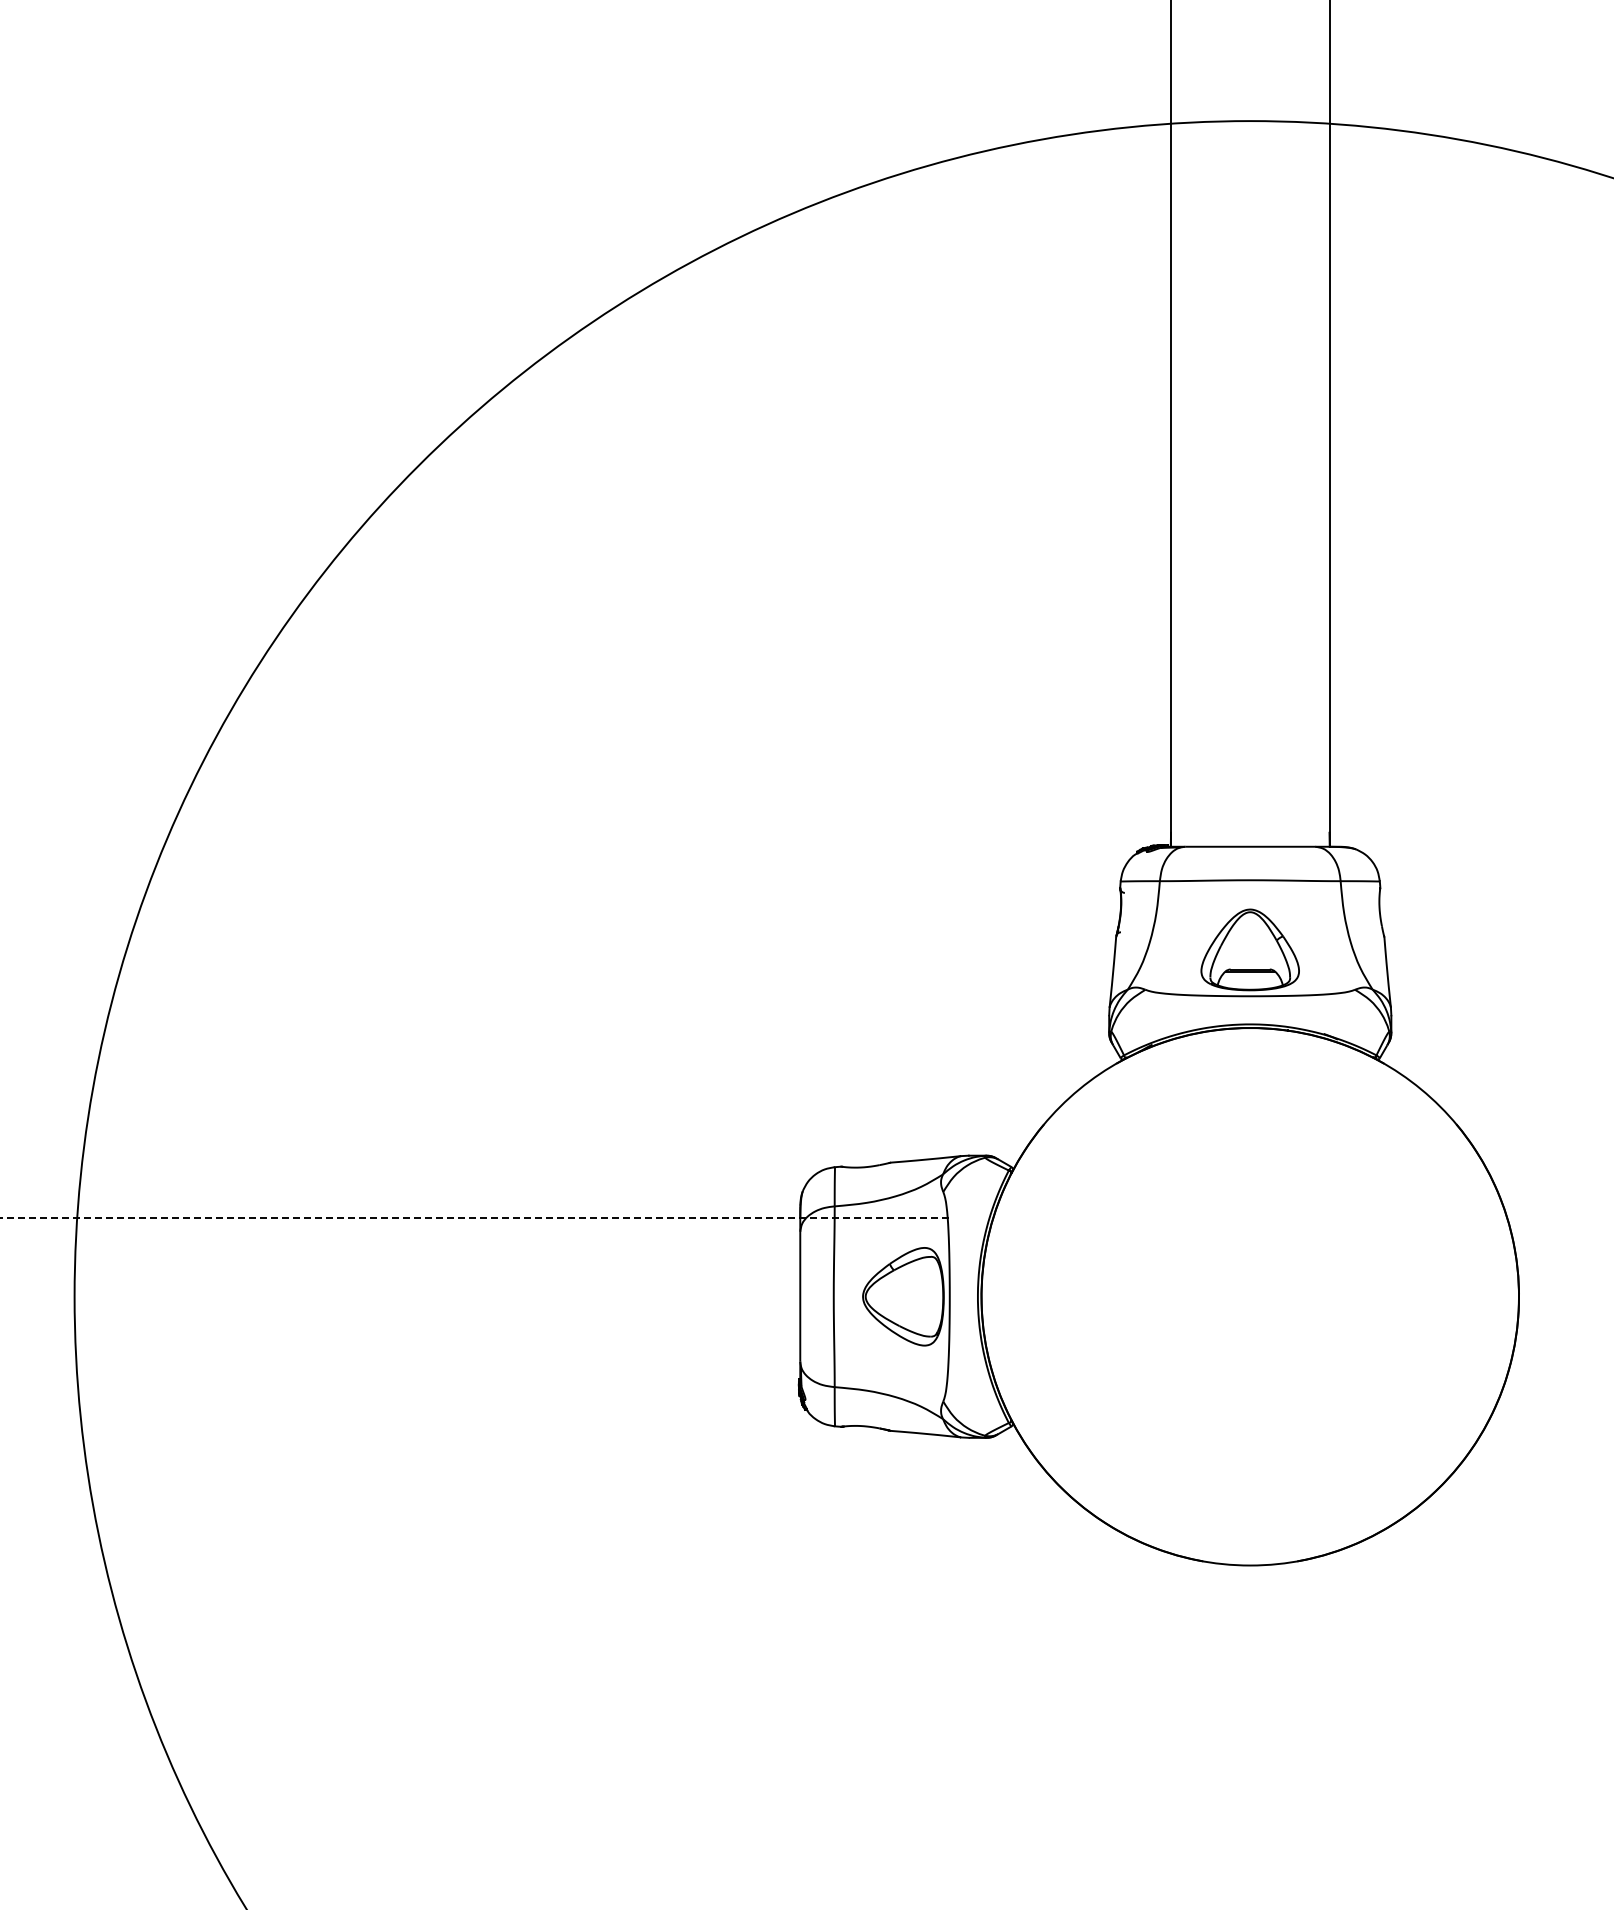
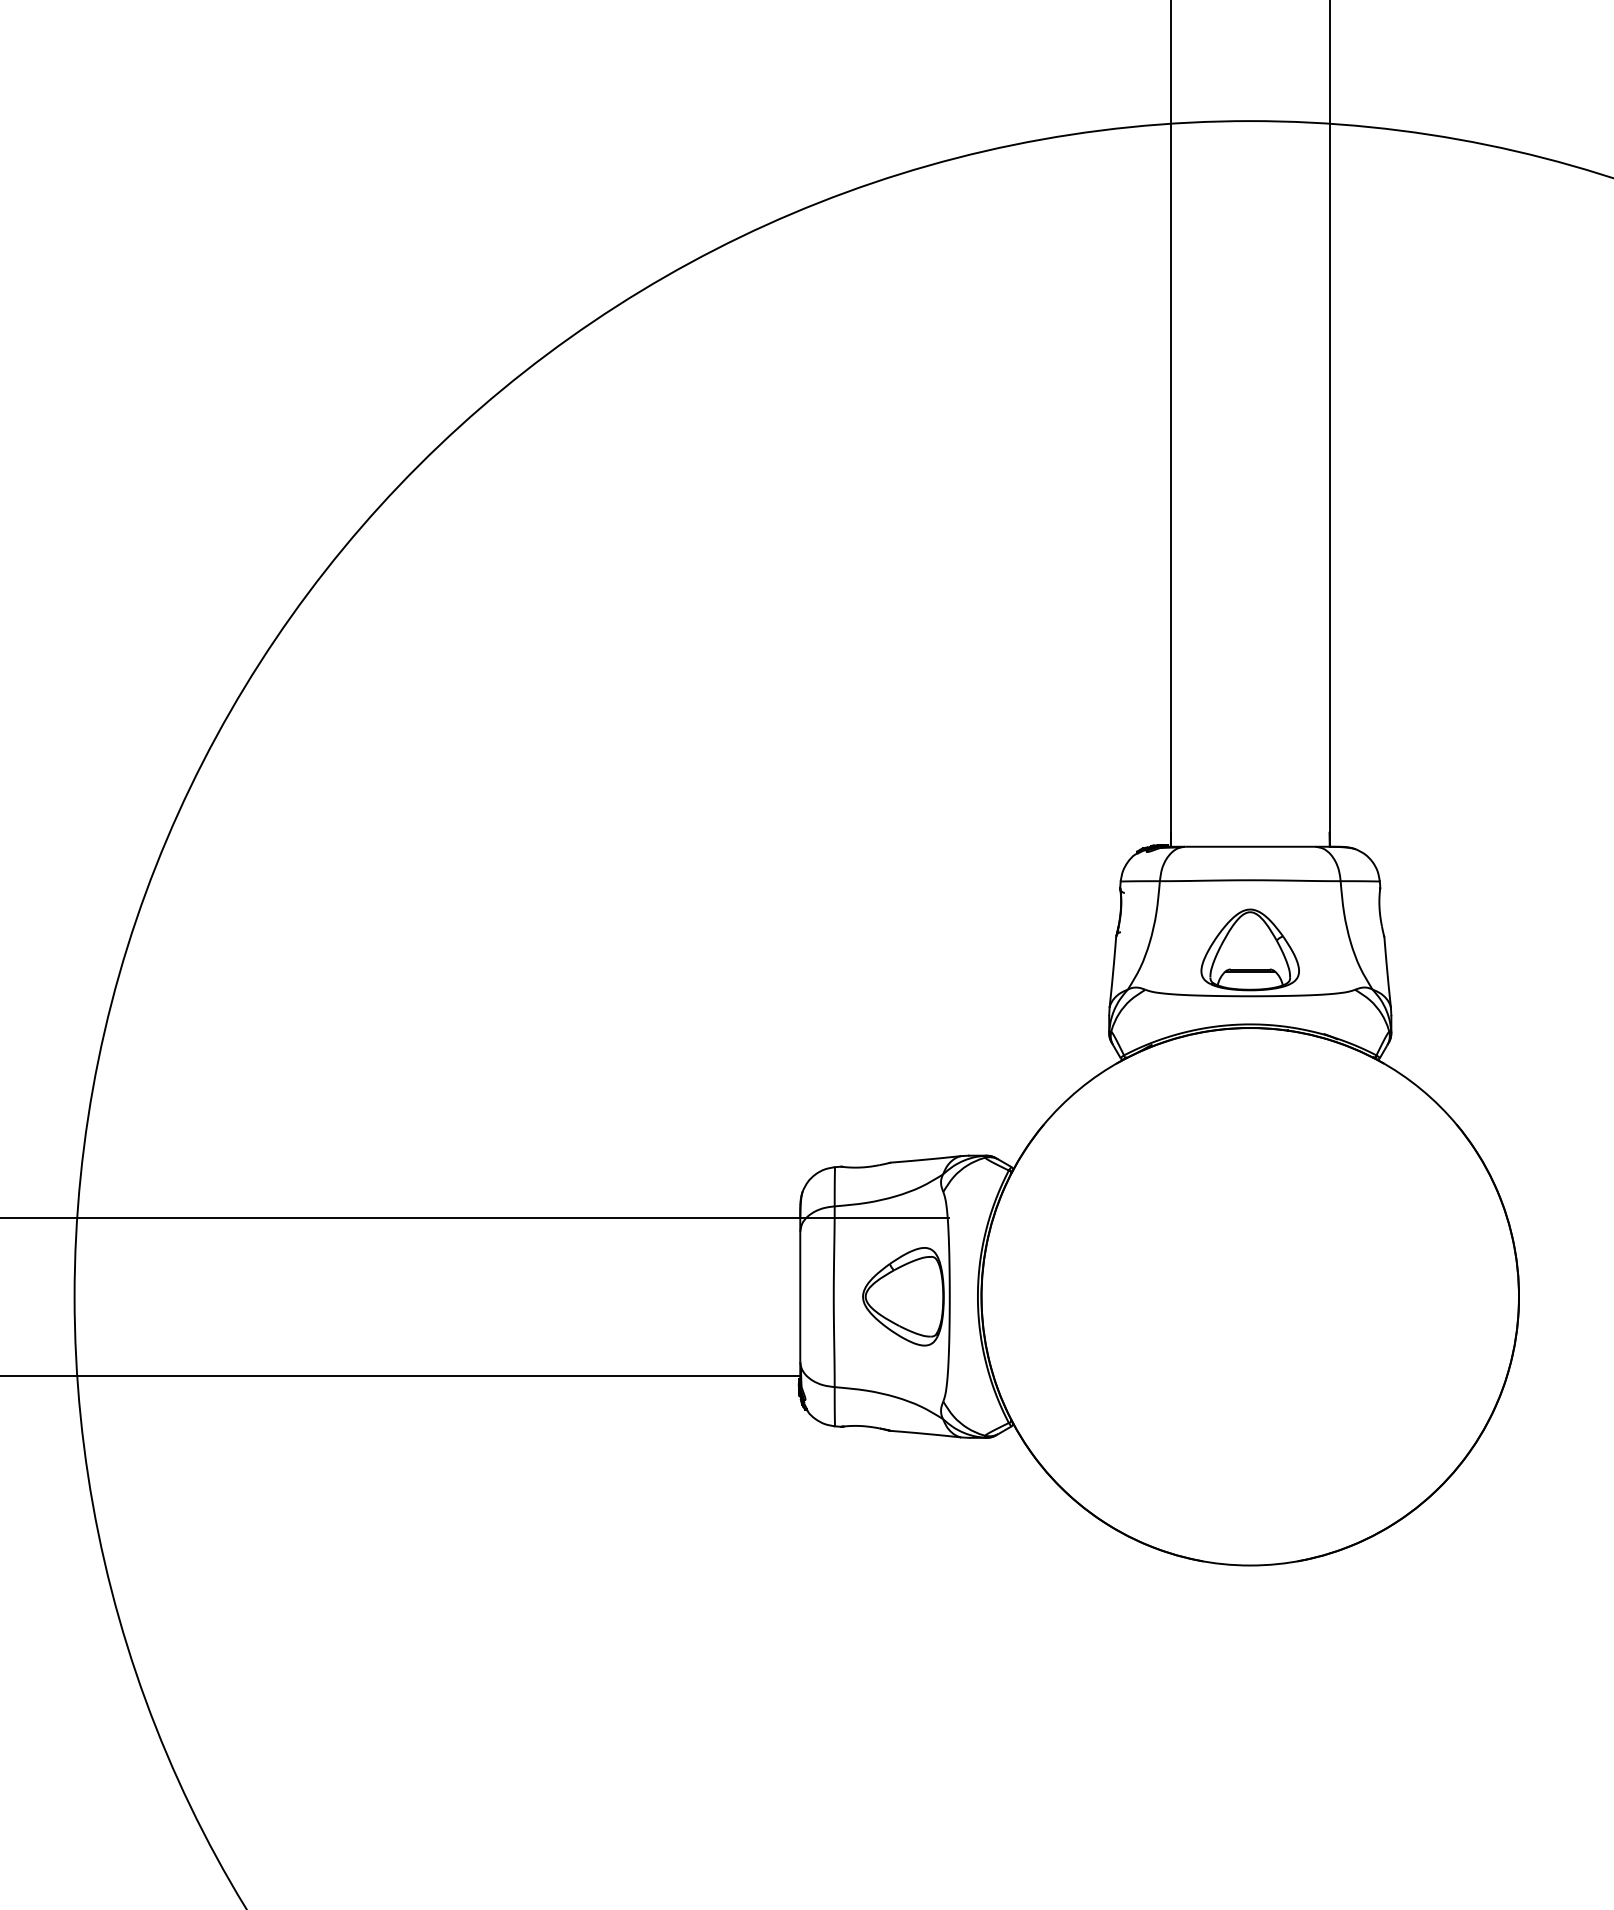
line at (474, 1217): dashed -> solid
line at (401, 1376): none -> present
